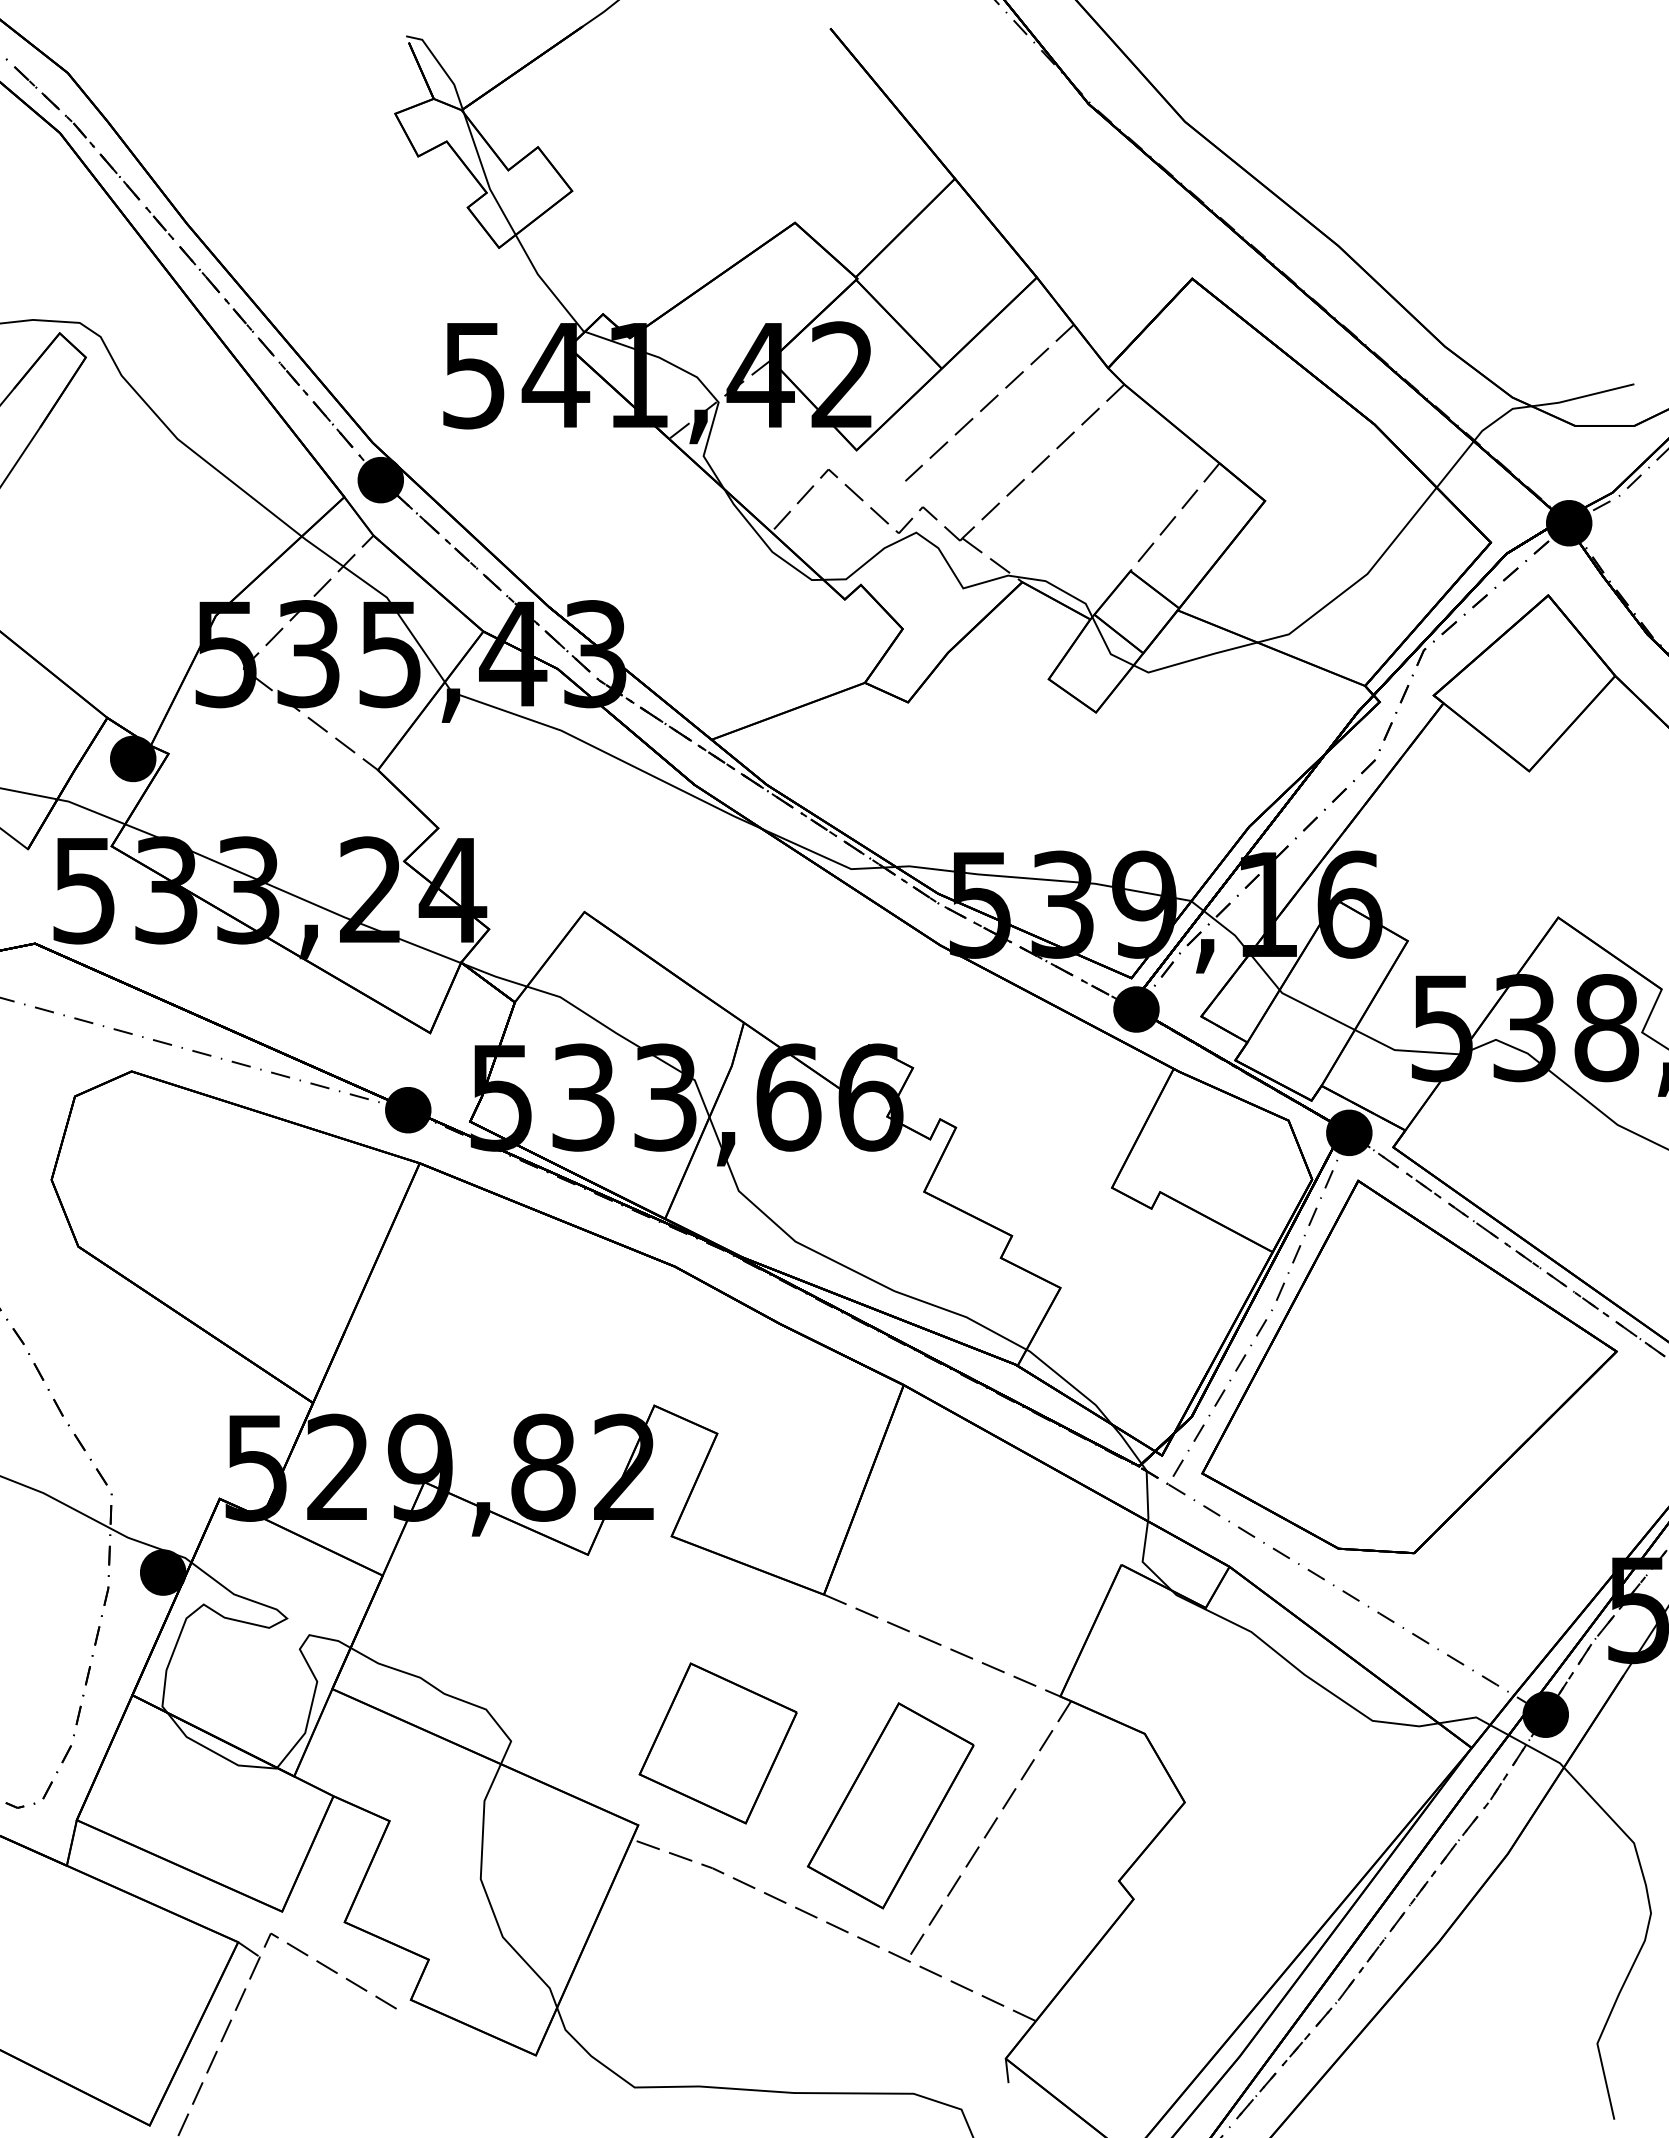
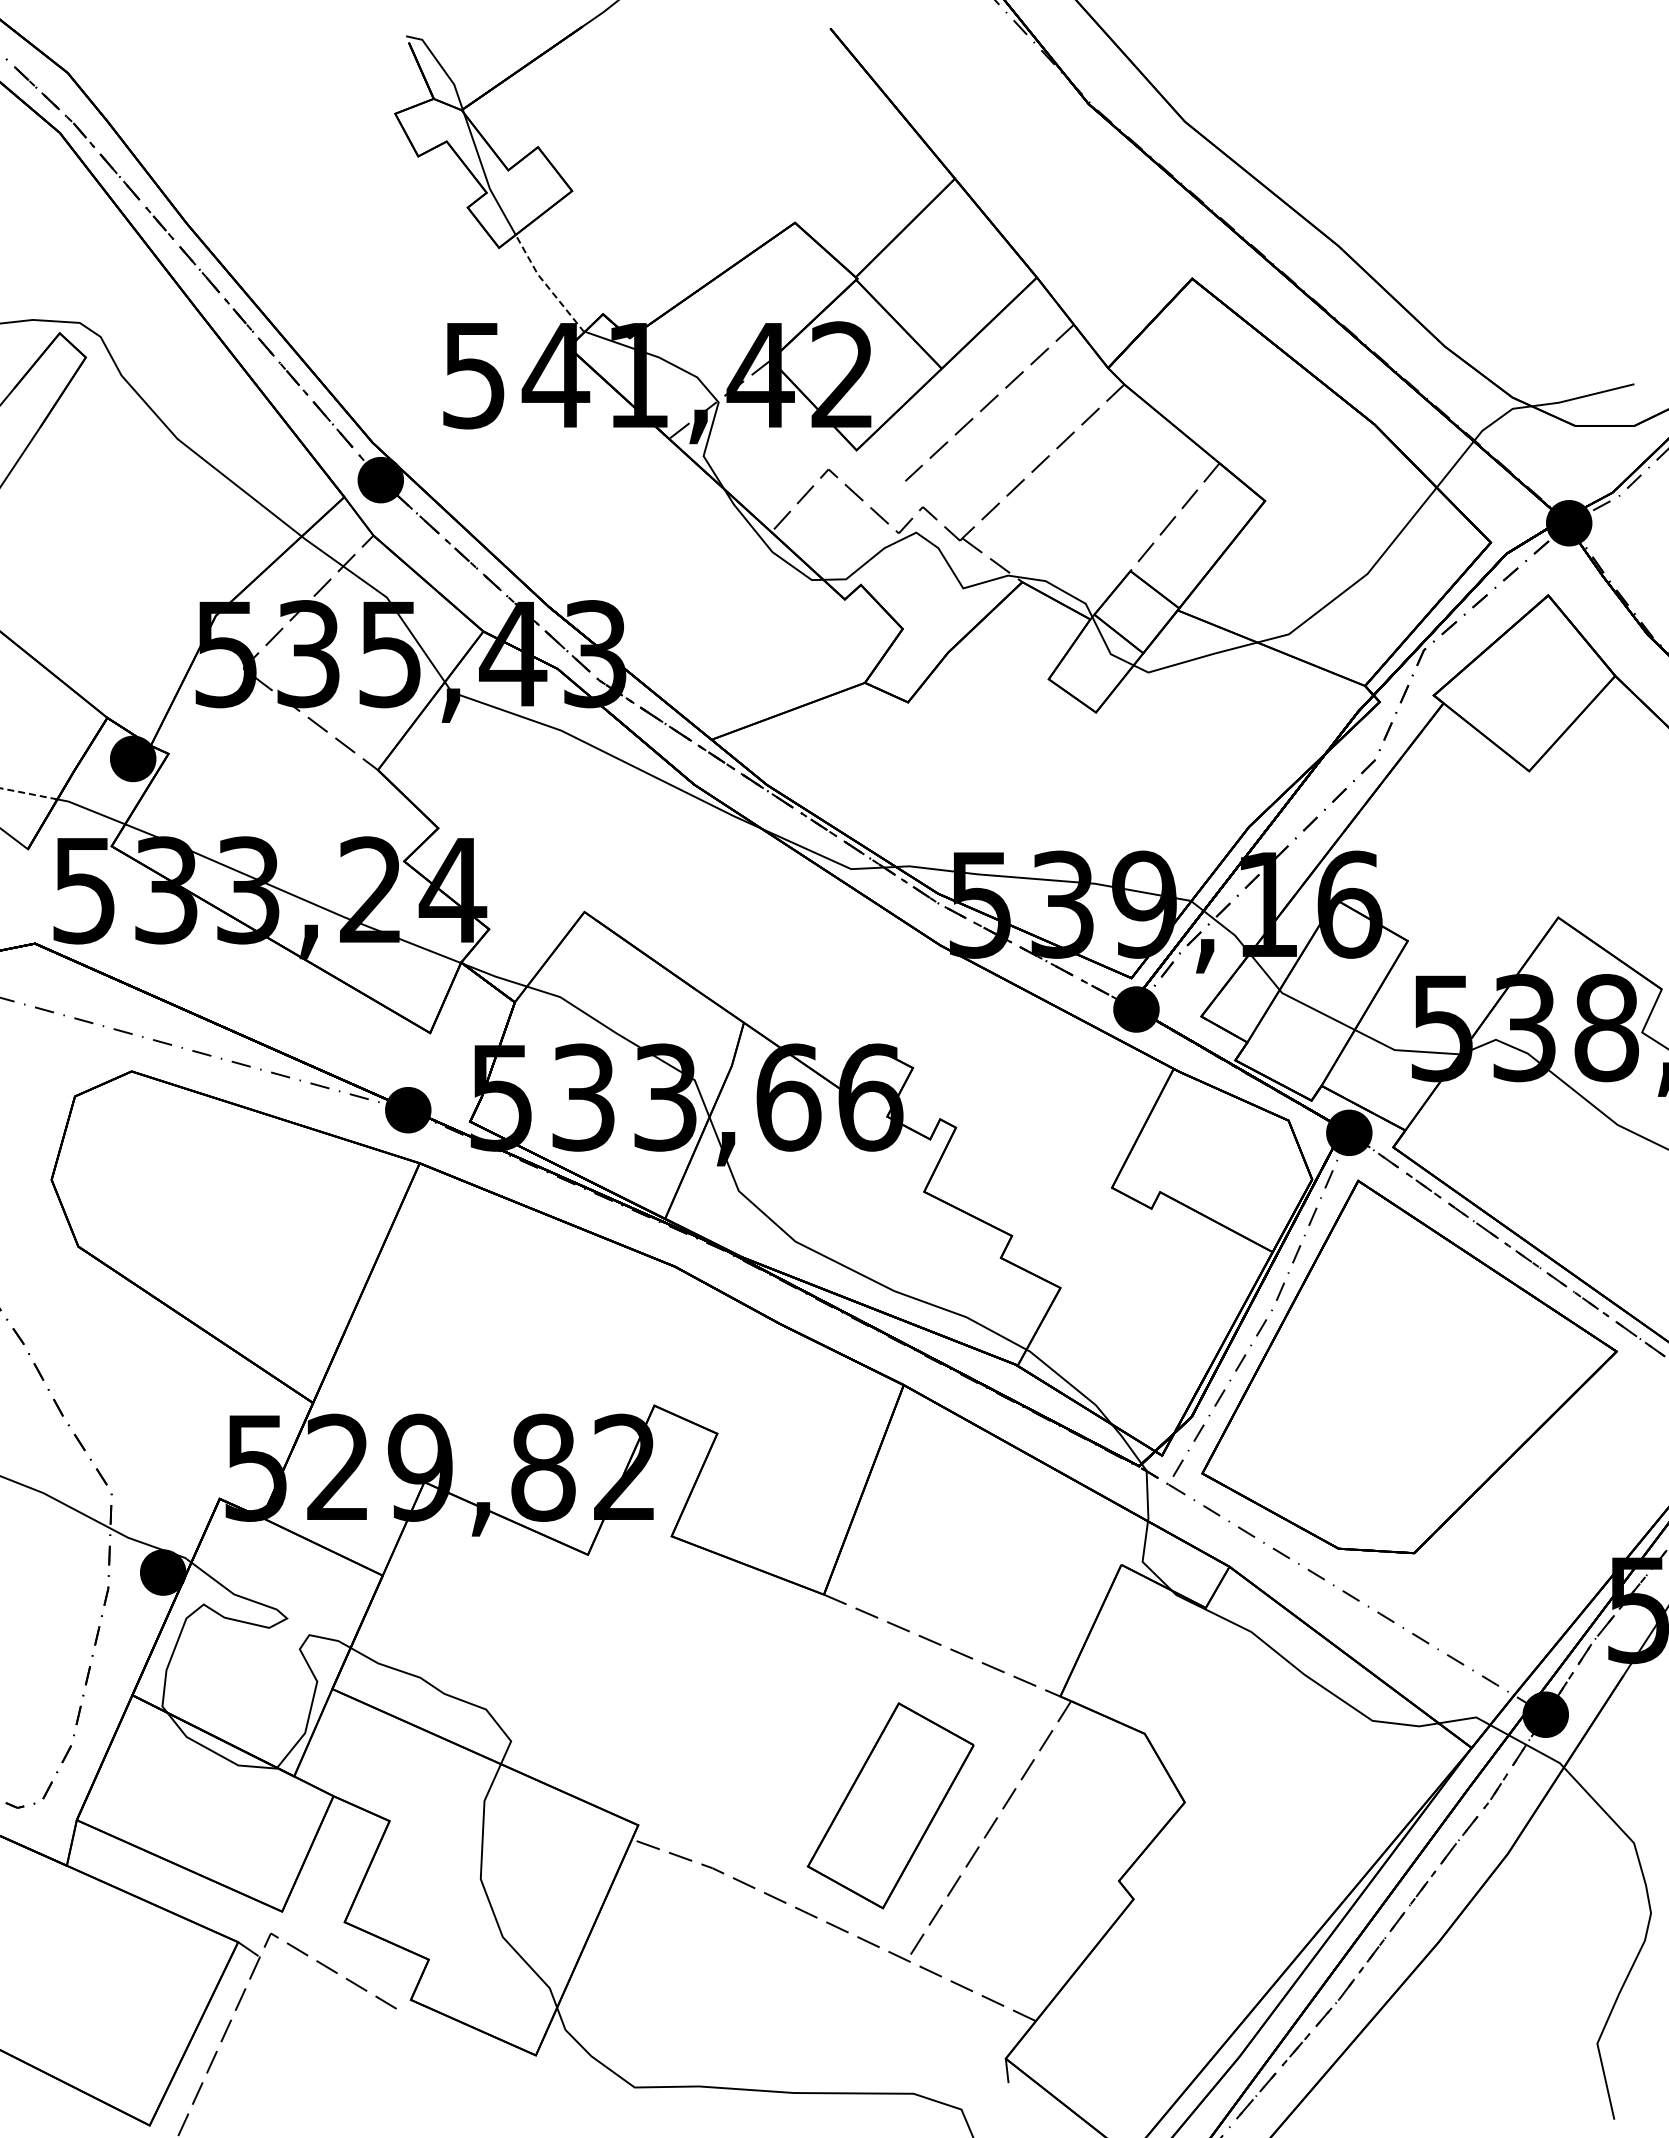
line at (546, 285): solid -> dashed
line at (29, 793): solid -> dashed
part at (717, 1743): present -> none
